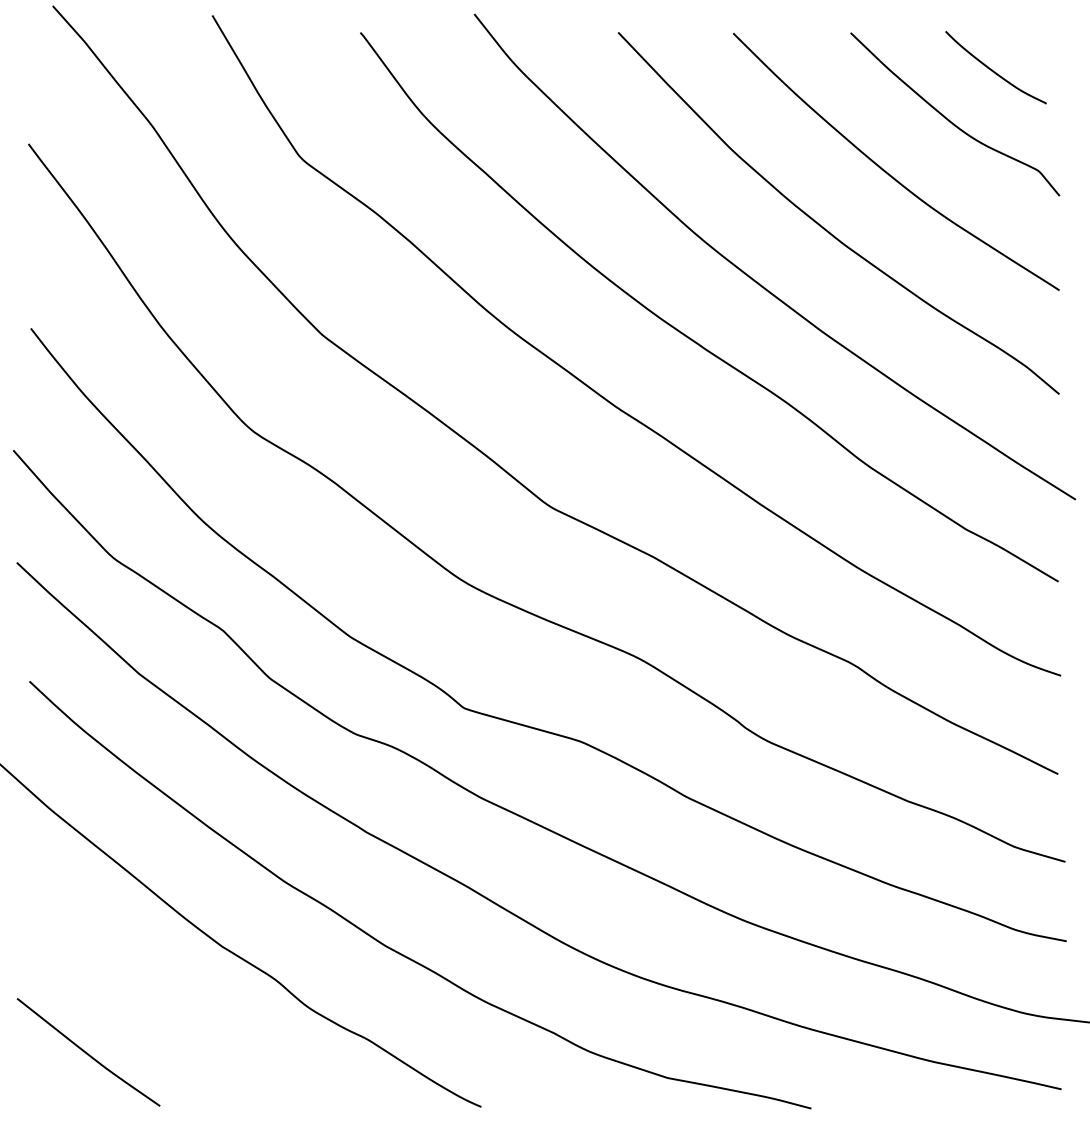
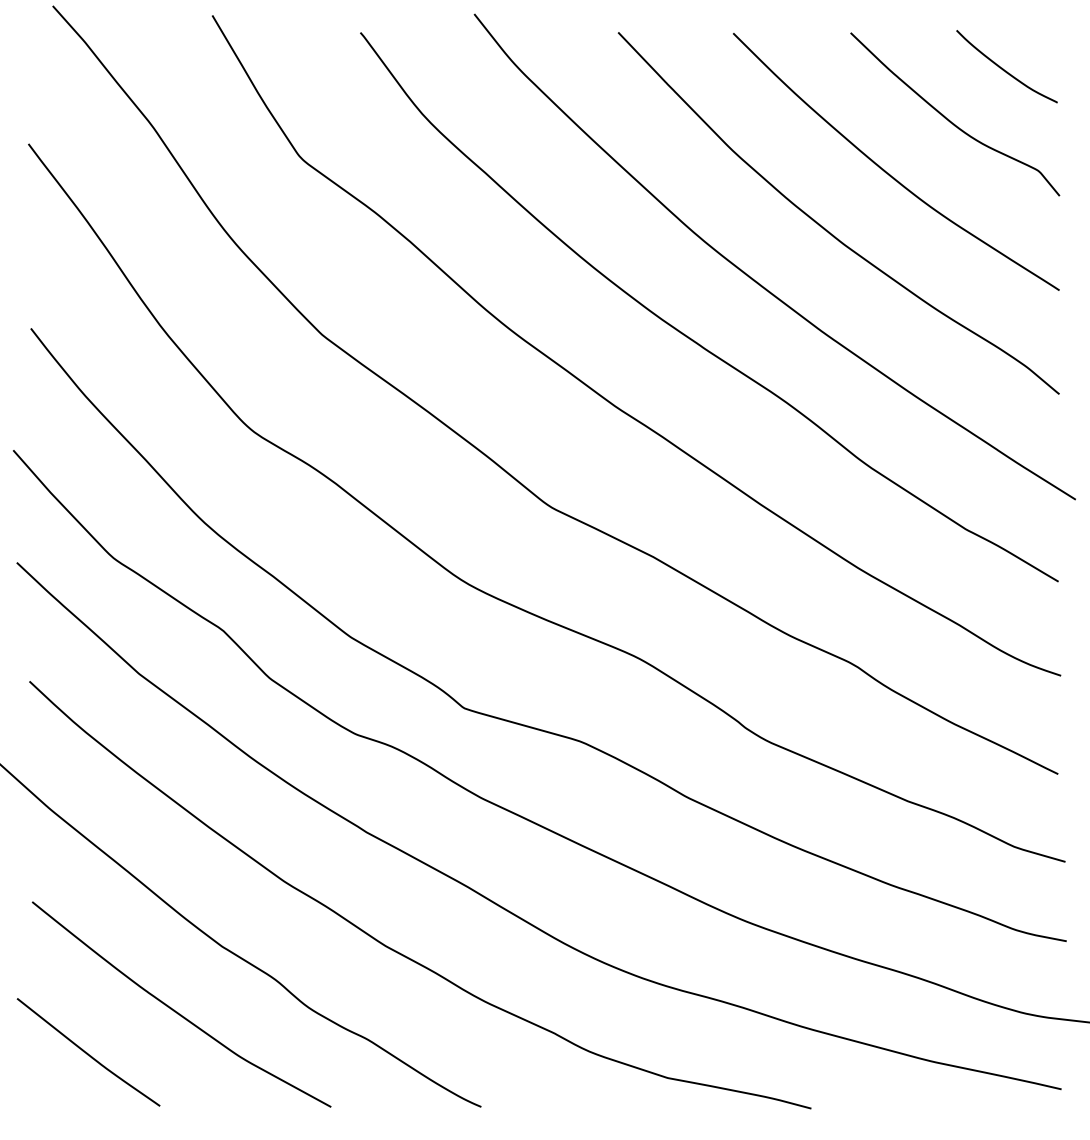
curve at (992, 69) position: (992, 69) -> (1003, 68)
curve at (177, 1011): none -> present
